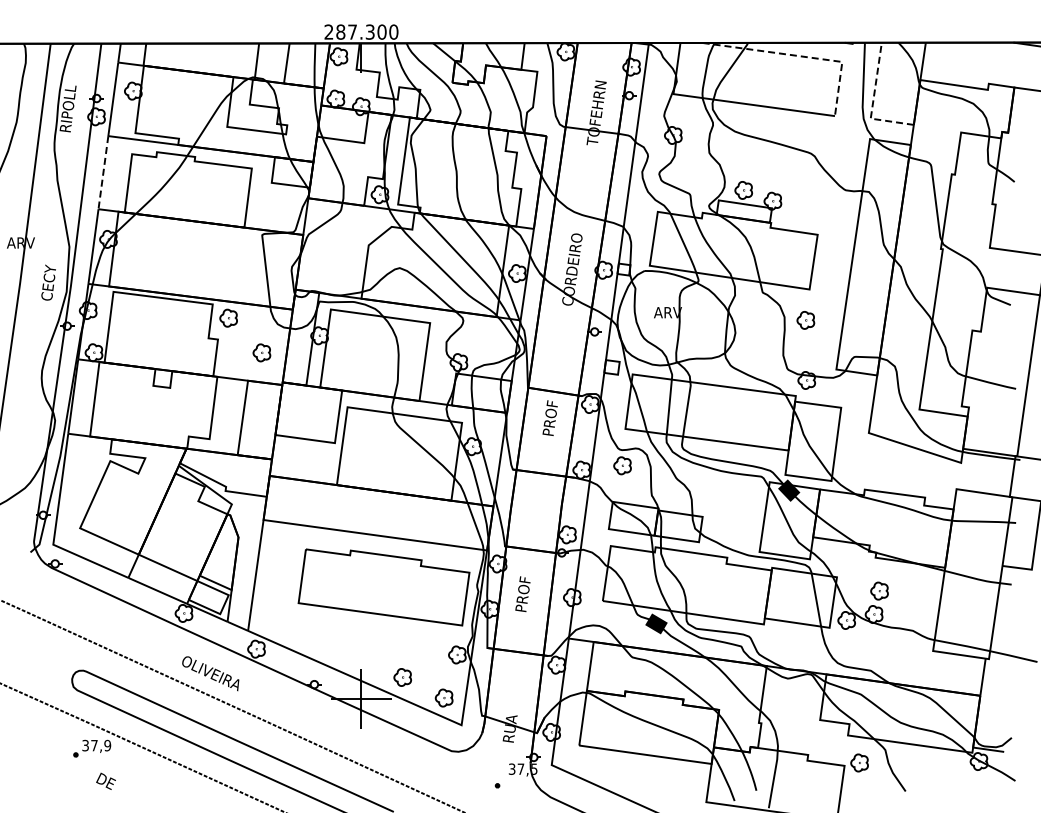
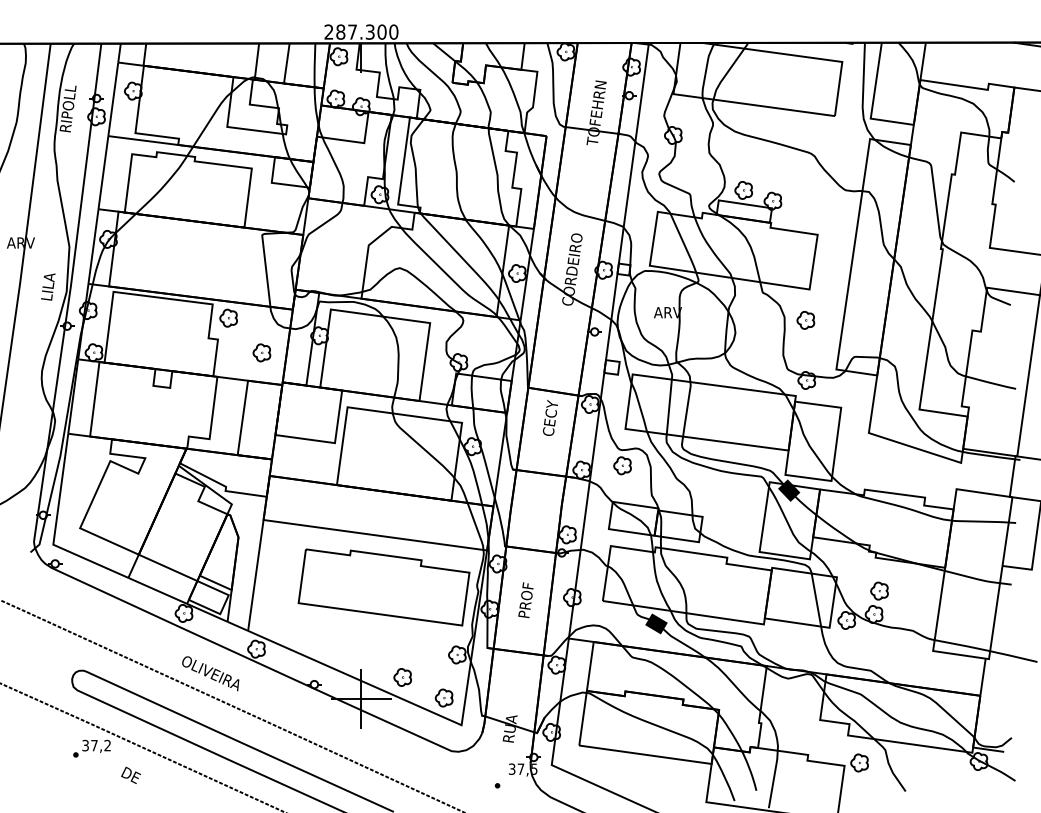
line at (800, 56): dashed -> solid
line at (873, 102): dashed -> solid
line at (103, 172): dashed -> solid
text at (48, 282): CECY -> LILA
text at (549, 417): PROF -> CECY
text at (522, 594) position: (522, 594) -> (525, 600)
text at (107, 745): 37,9 -> 37,2
text at (105, 780) position: (105, 780) -> (130, 774)
